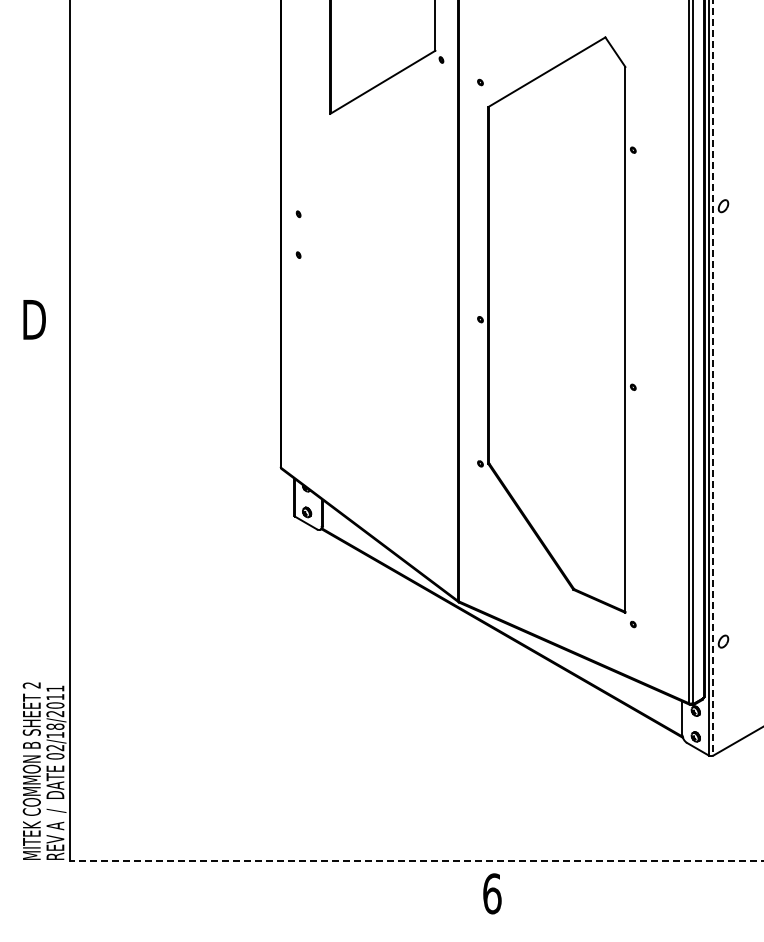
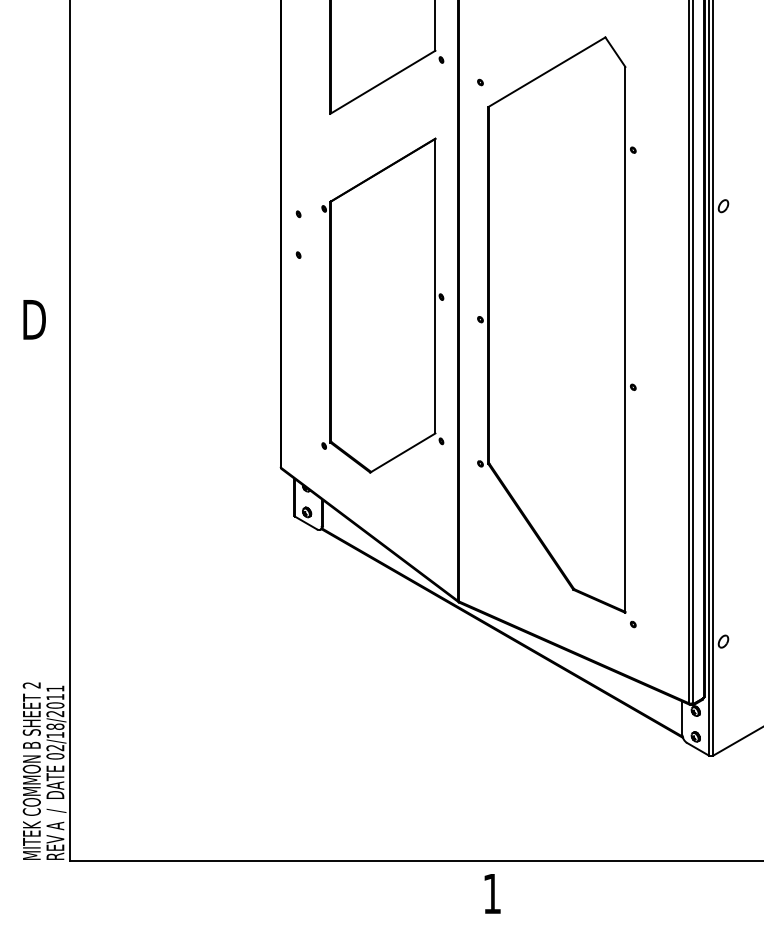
part at (382, 305): none -> present
line at (713, 378): dashed -> solid
line at (416, 861): dashed -> solid
text at (492, 893): 6 -> 1
